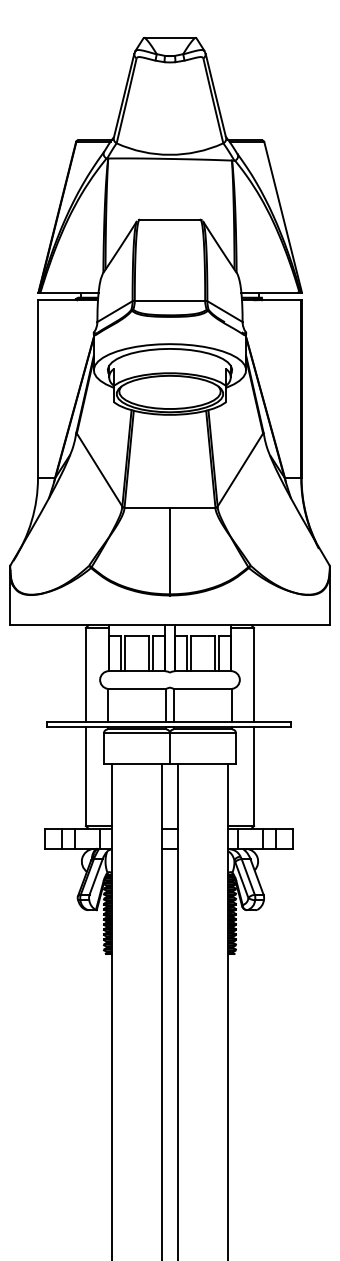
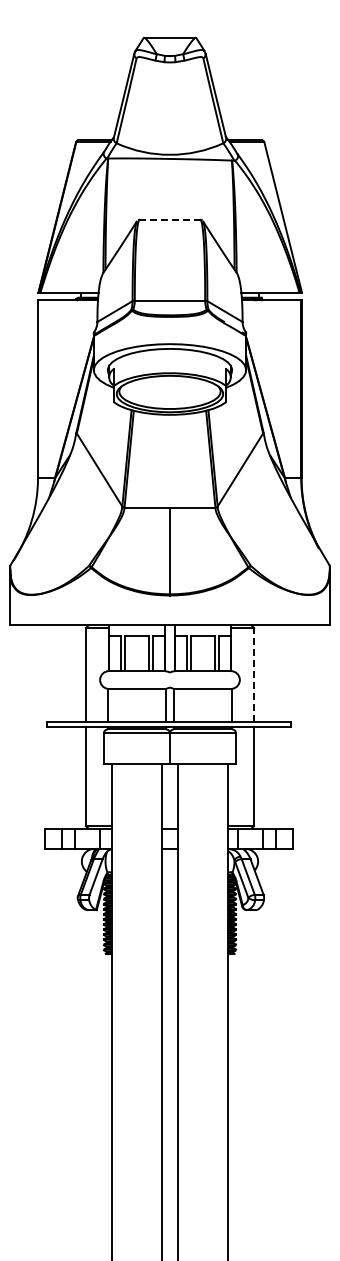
line at (169, 219): solid -> dashed
line at (254, 674): solid -> dashed
